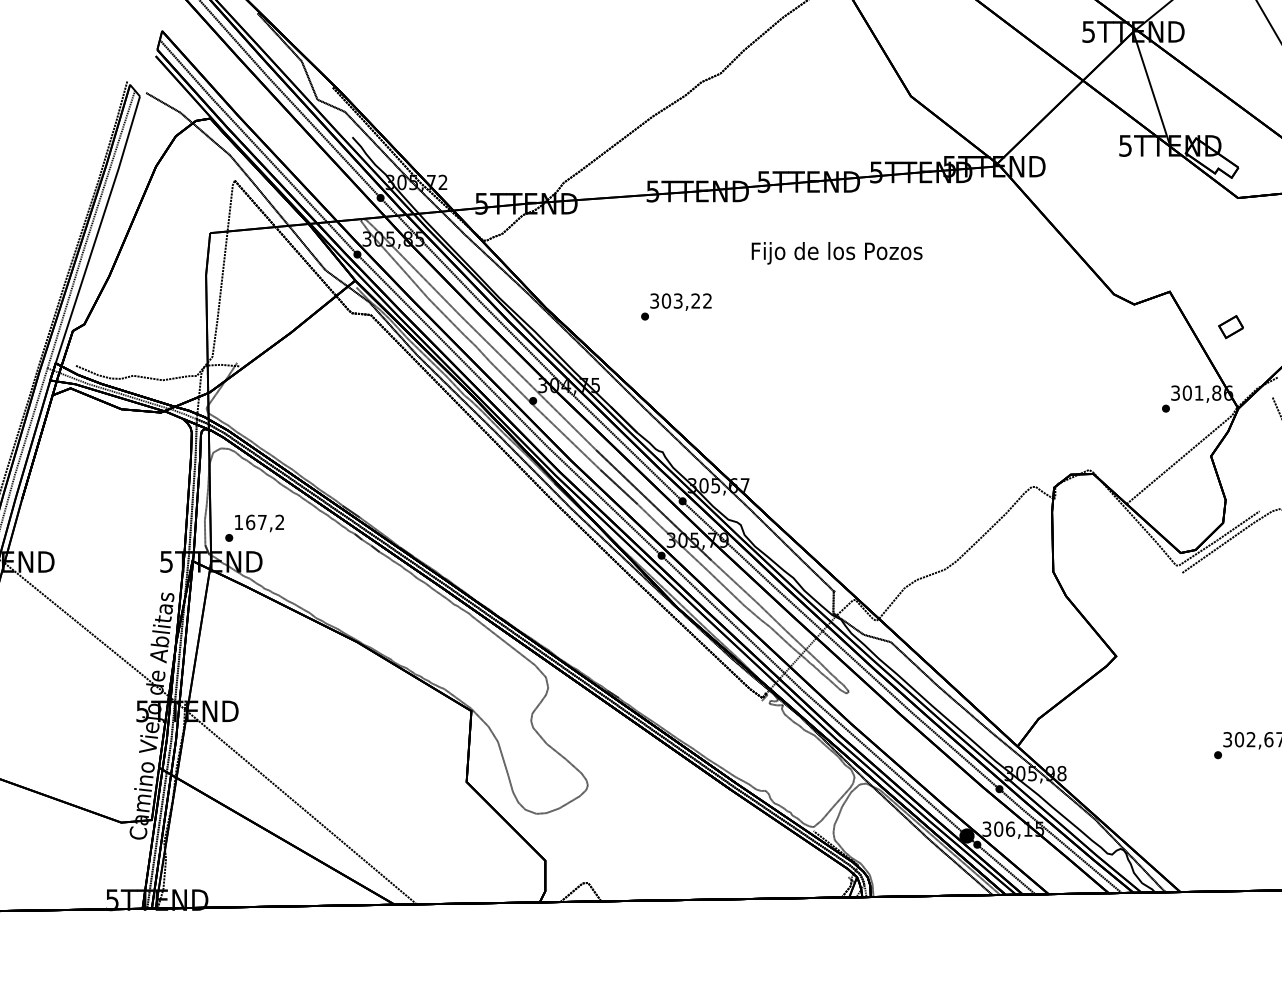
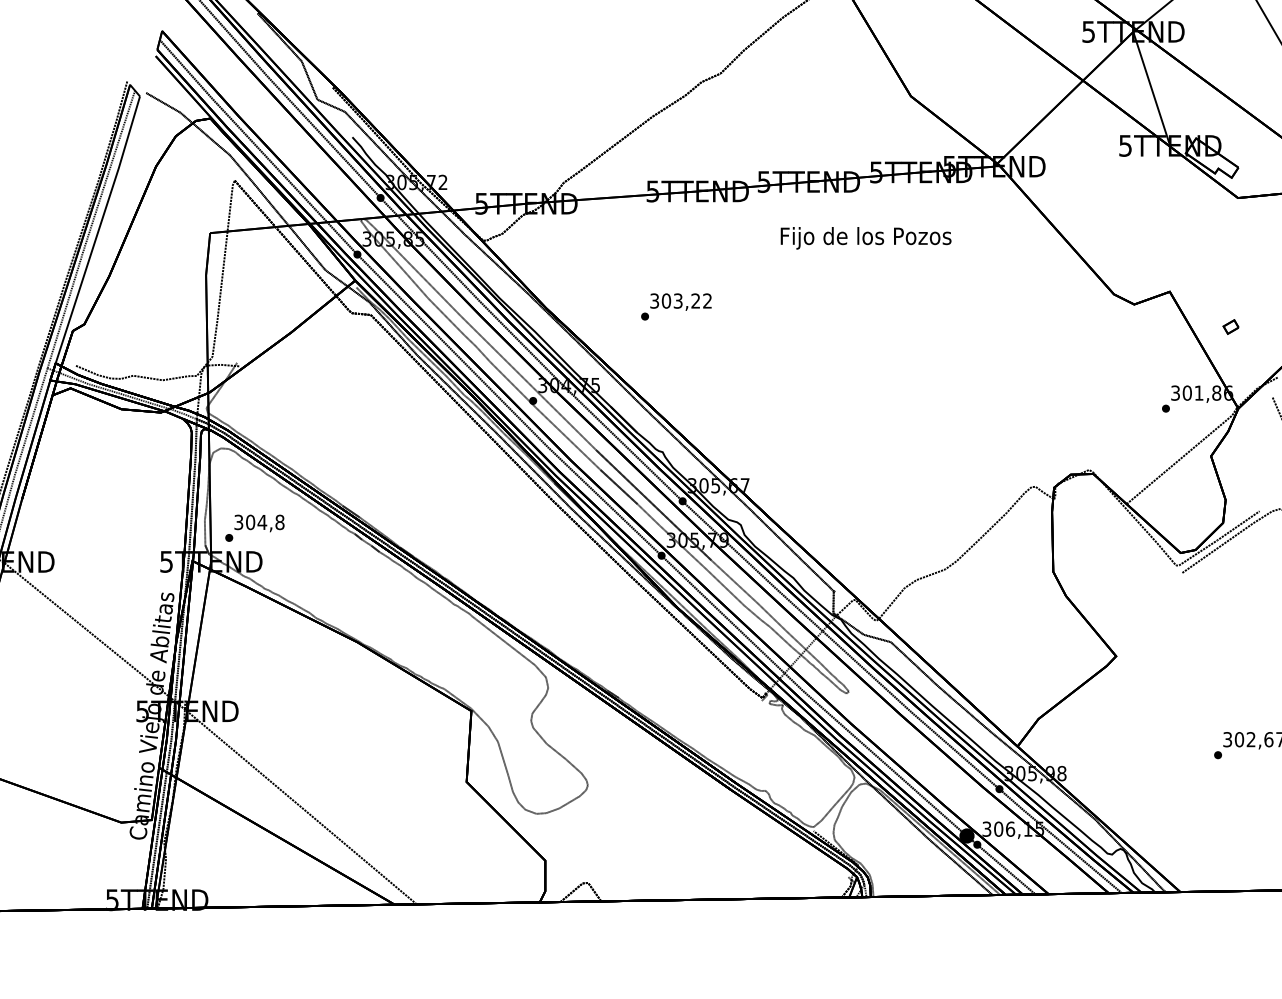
text at (836, 253) position: (836, 253) -> (865, 238)
part at (1230, 327) size: 26x25 px -> 18x16 px
text at (259, 522): 167,2 -> 304,8
